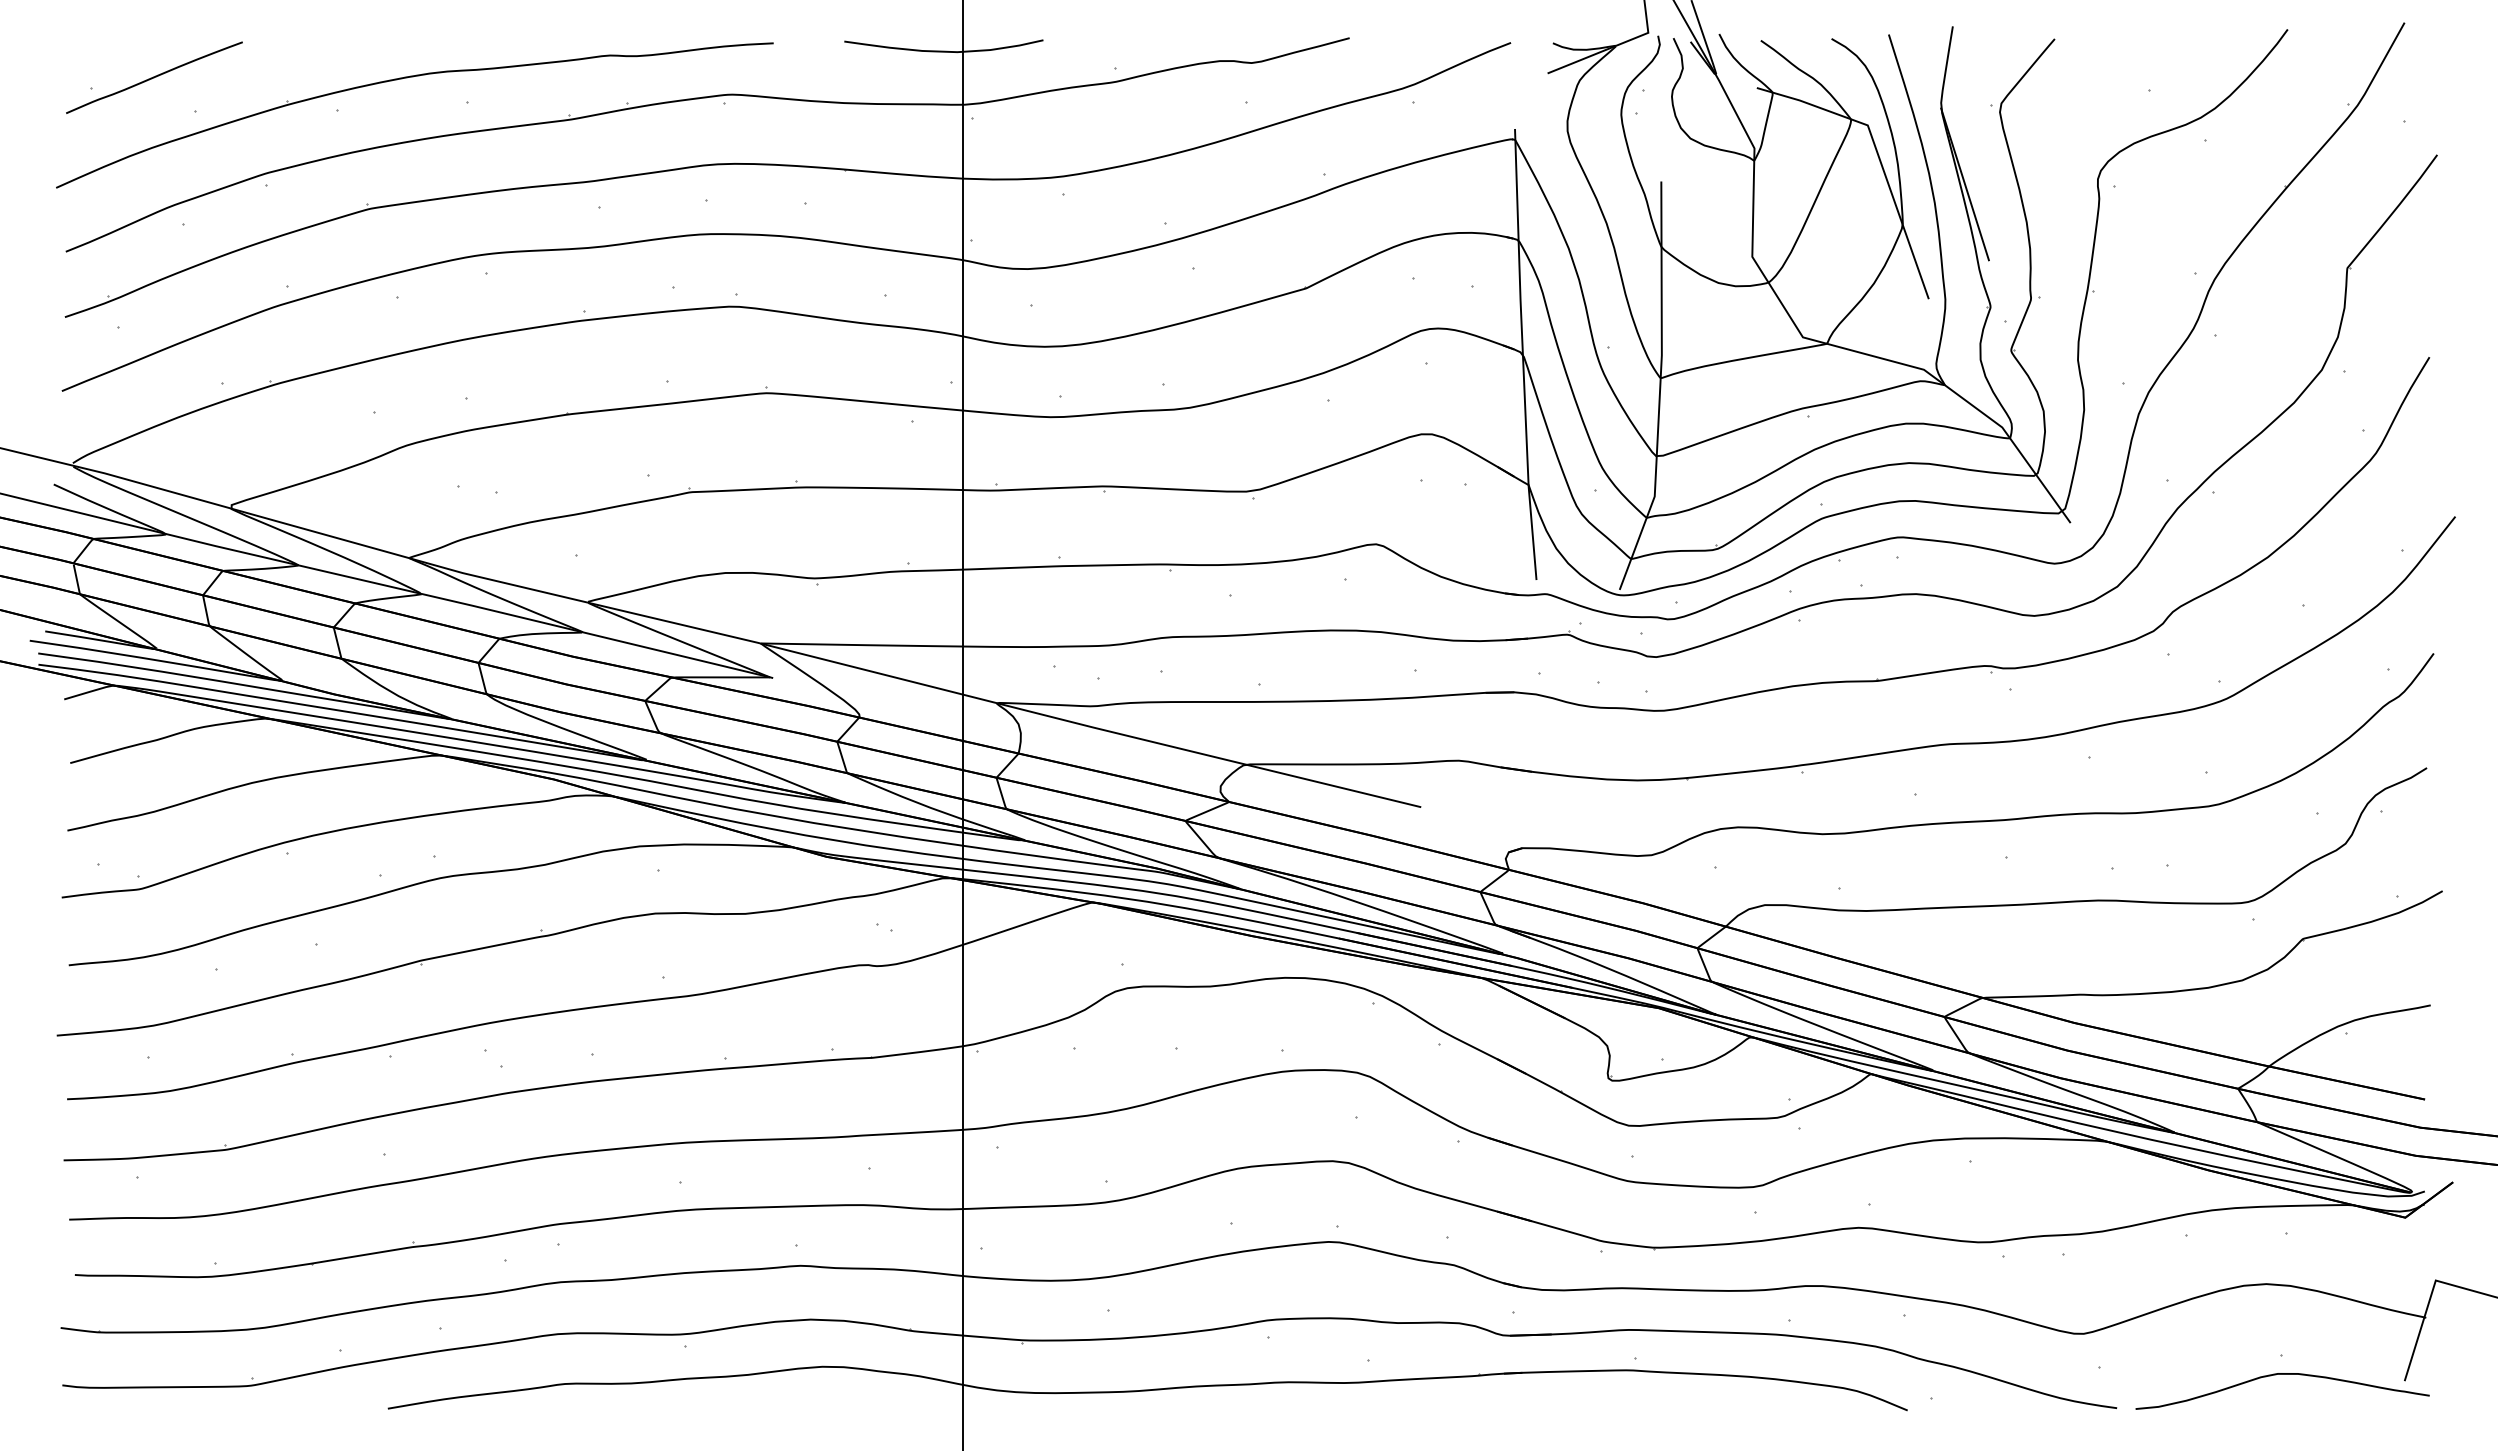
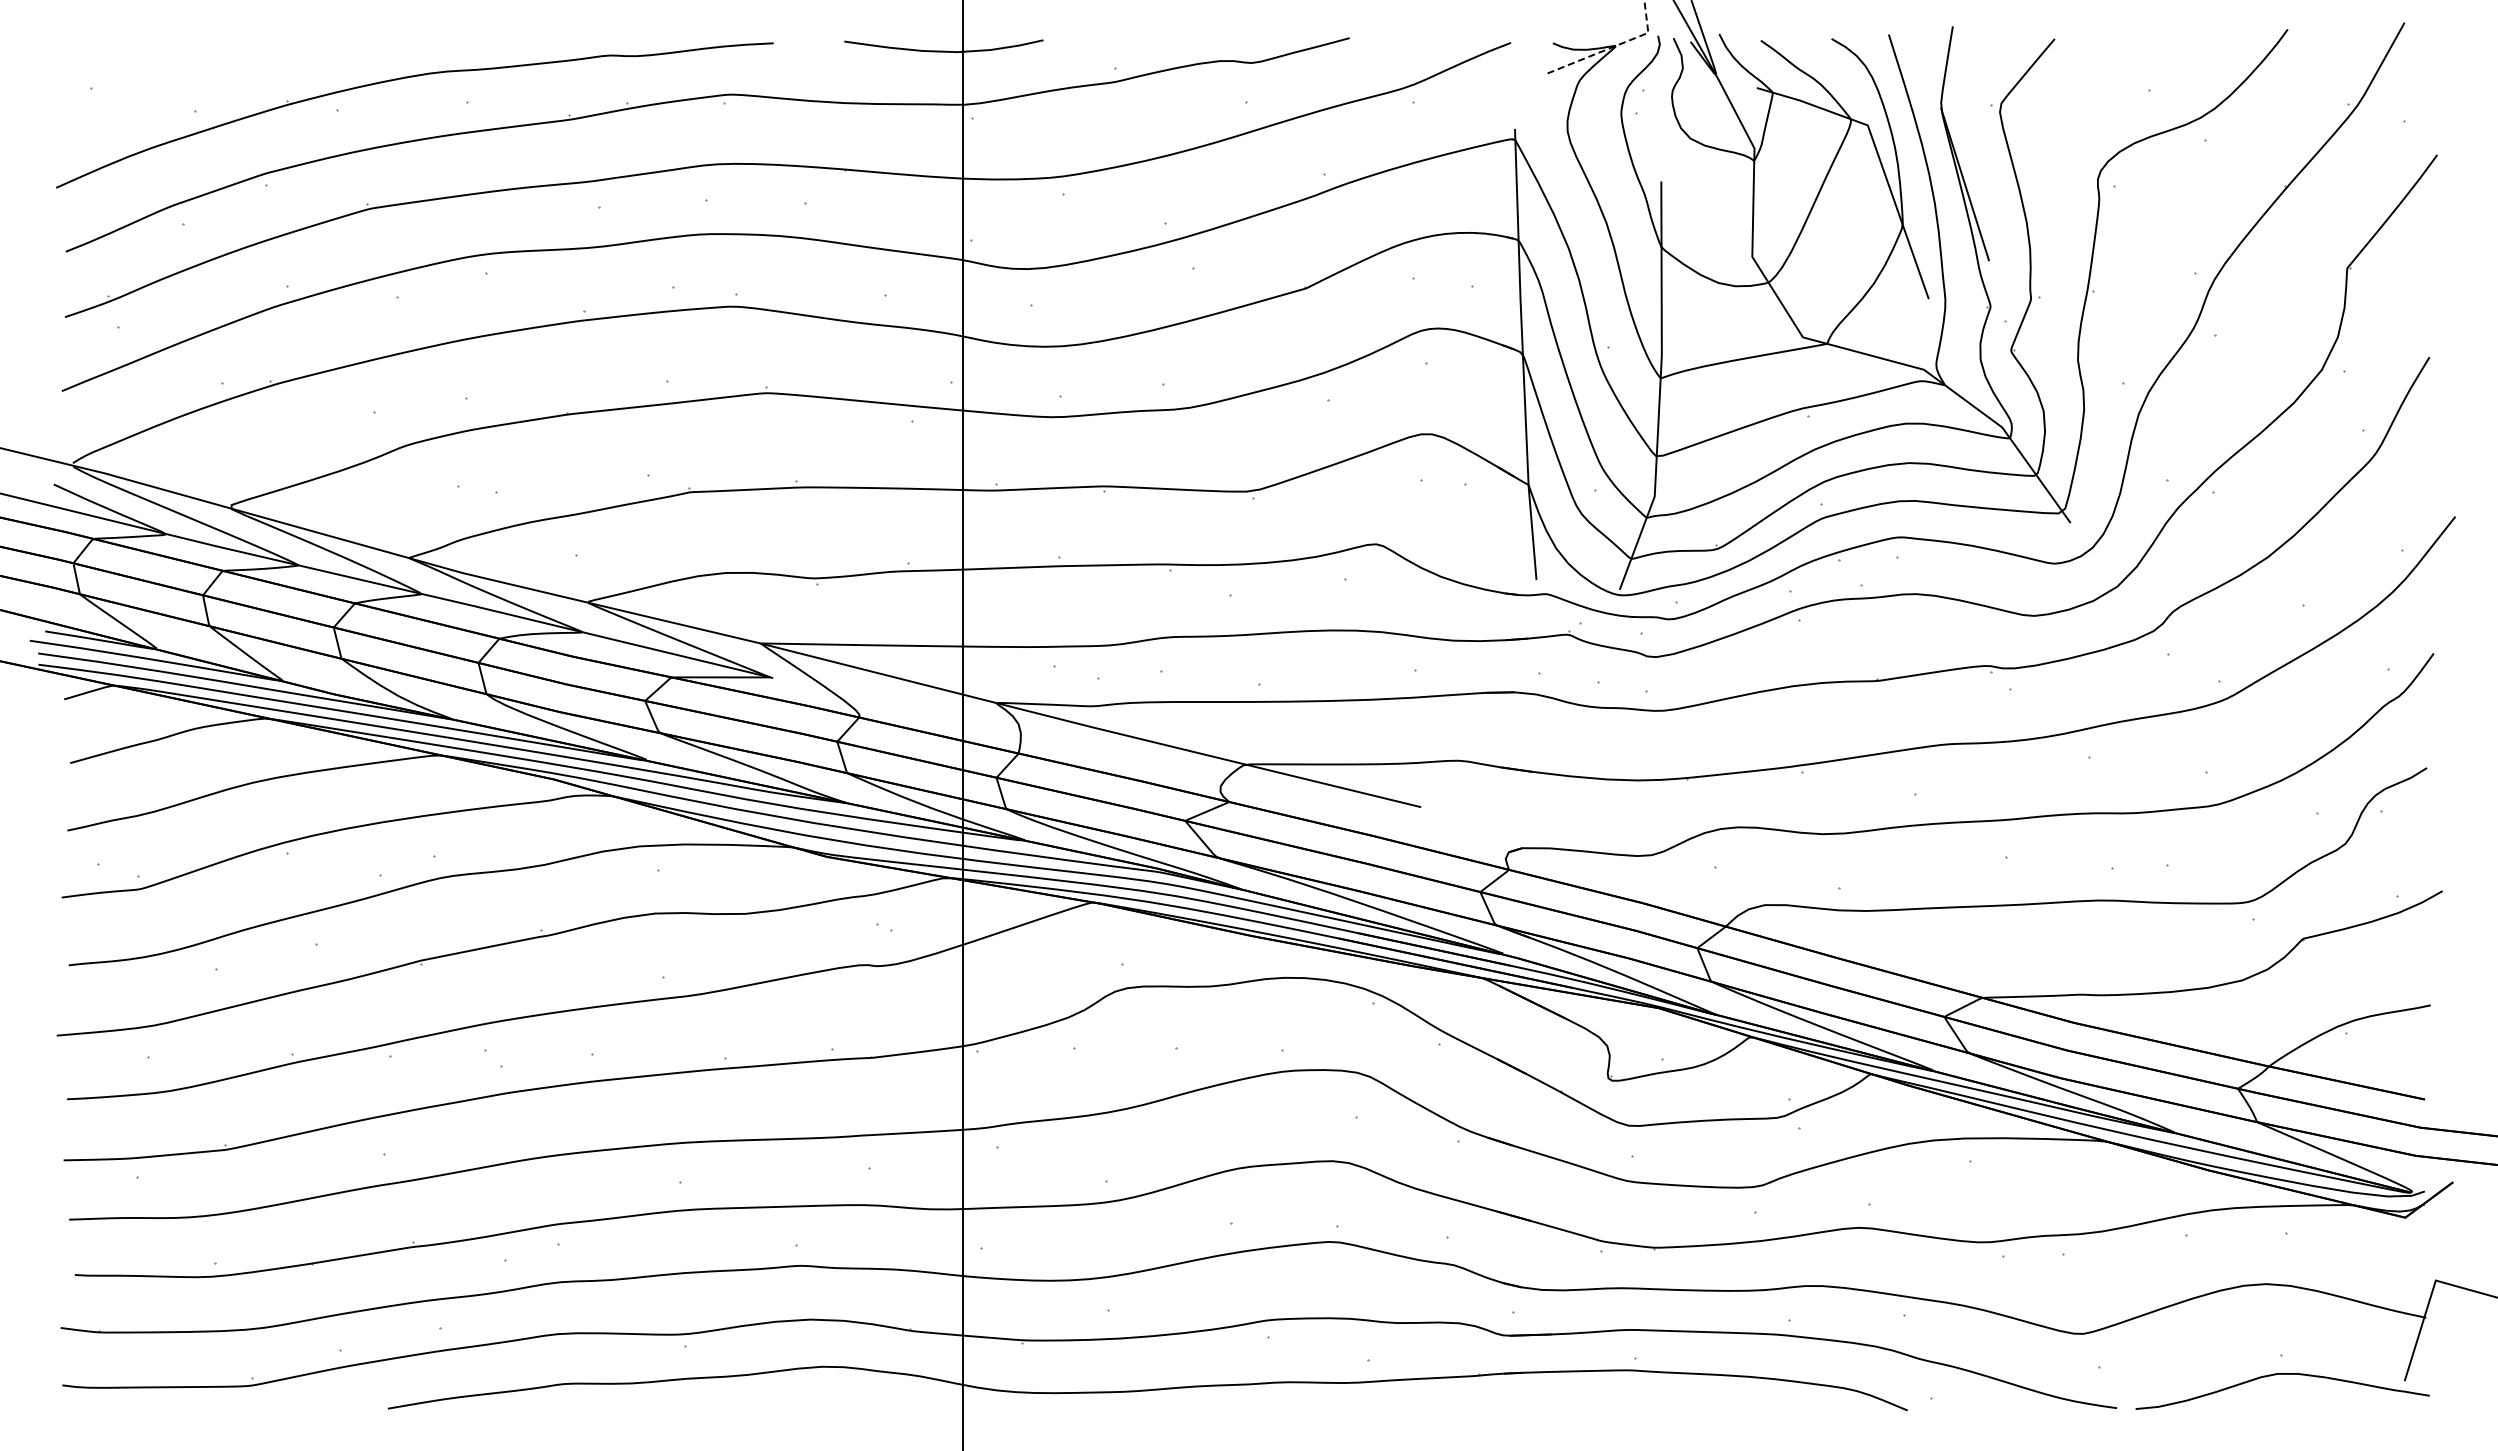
line at (1614, 46): solid -> dashed
curve at (154, 77): present -> none
